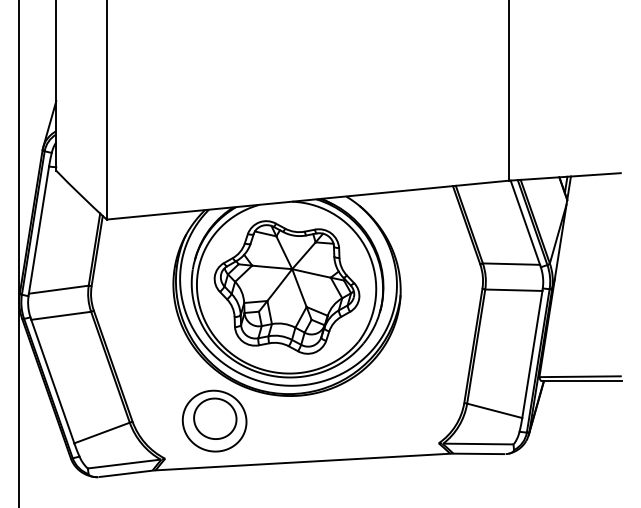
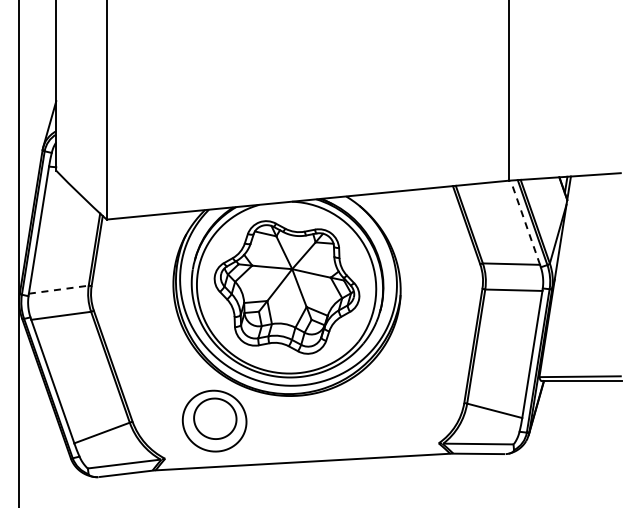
line at (525, 222): solid -> dashed
line at (59, 289): solid -> dashed
